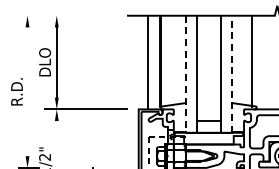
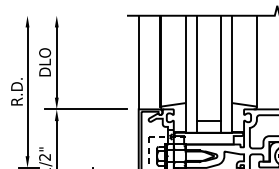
line at (251, 61) position: (251, 61) -> (256, 61)
line at (147, 62) position: (147, 62) -> (138, 62)
line at (185, 74): dashed -> solid
line at (232, 74): dashed -> solid
line at (27, 91): none -> present
line at (56, 143): none -> present
